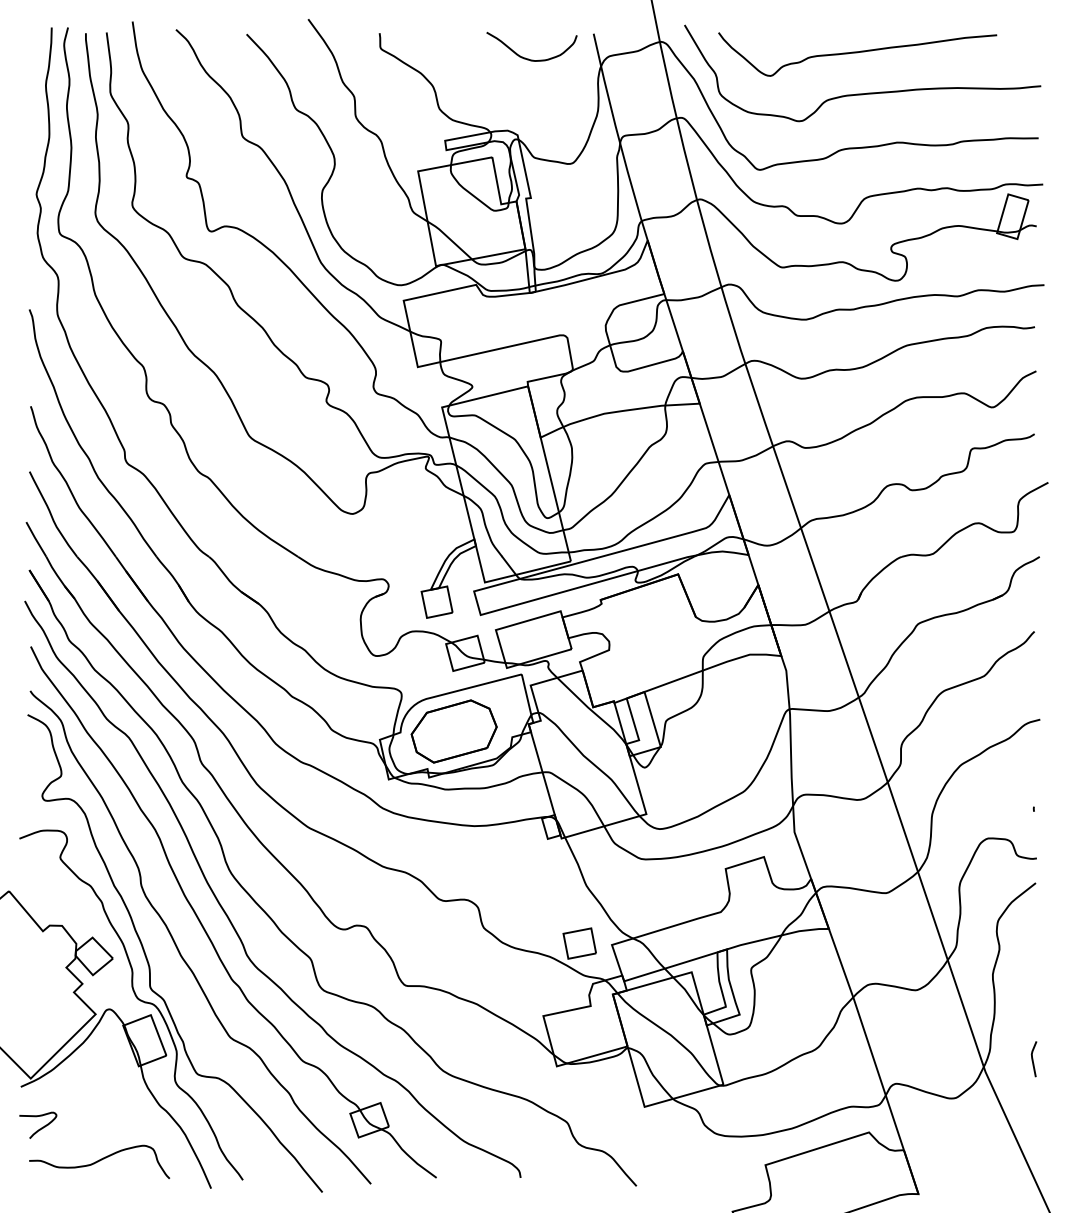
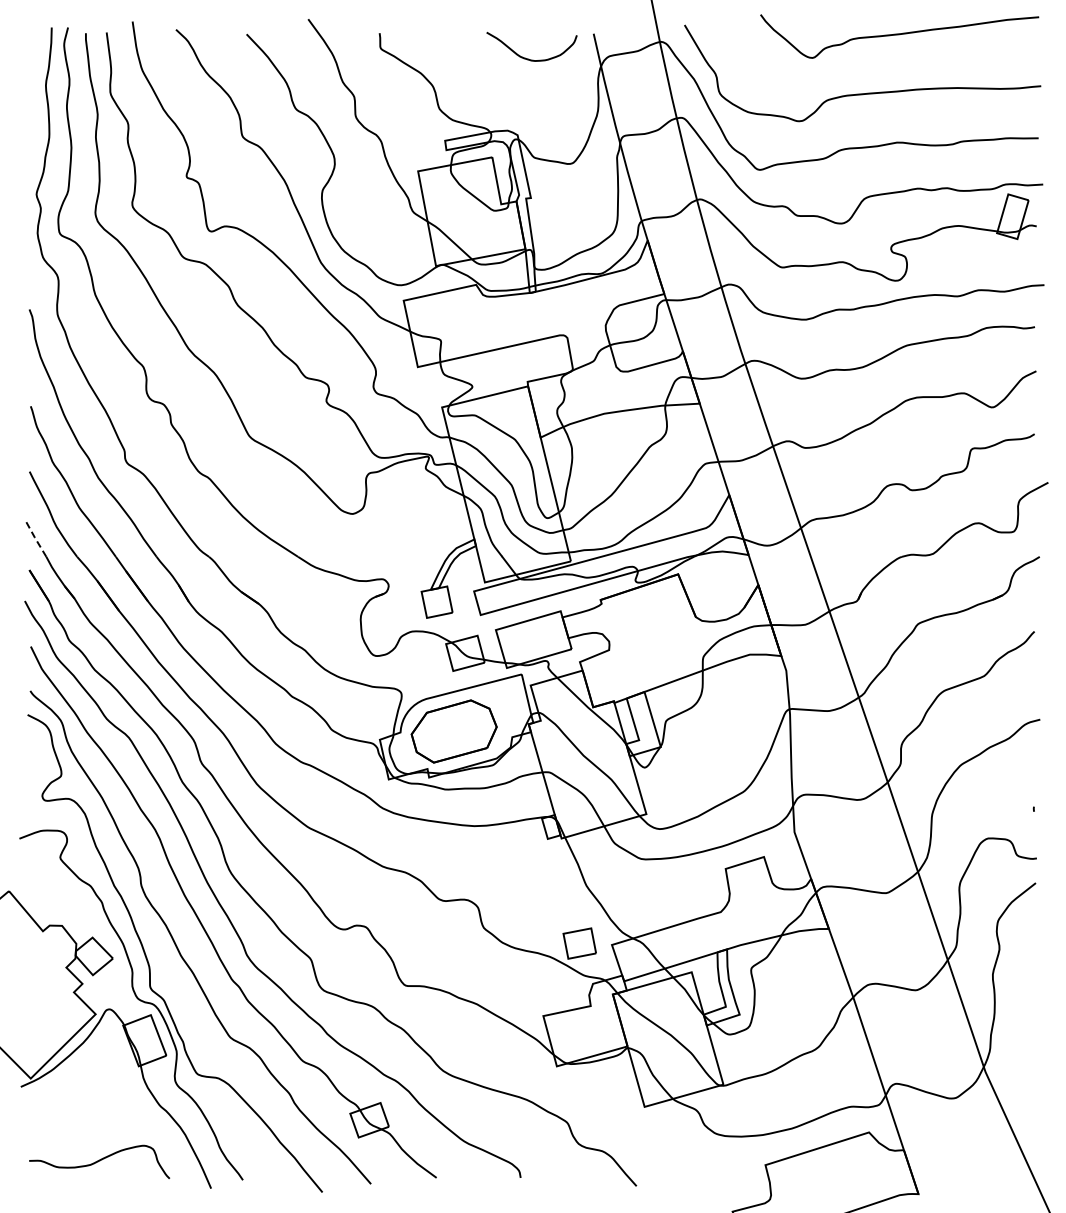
curve at (857, 53) position: (857, 53) -> (899, 35)
line at (35, 539): solid -> dashed
line at (1033, 1059): present -> none
curve at (39, 1128): present -> none
